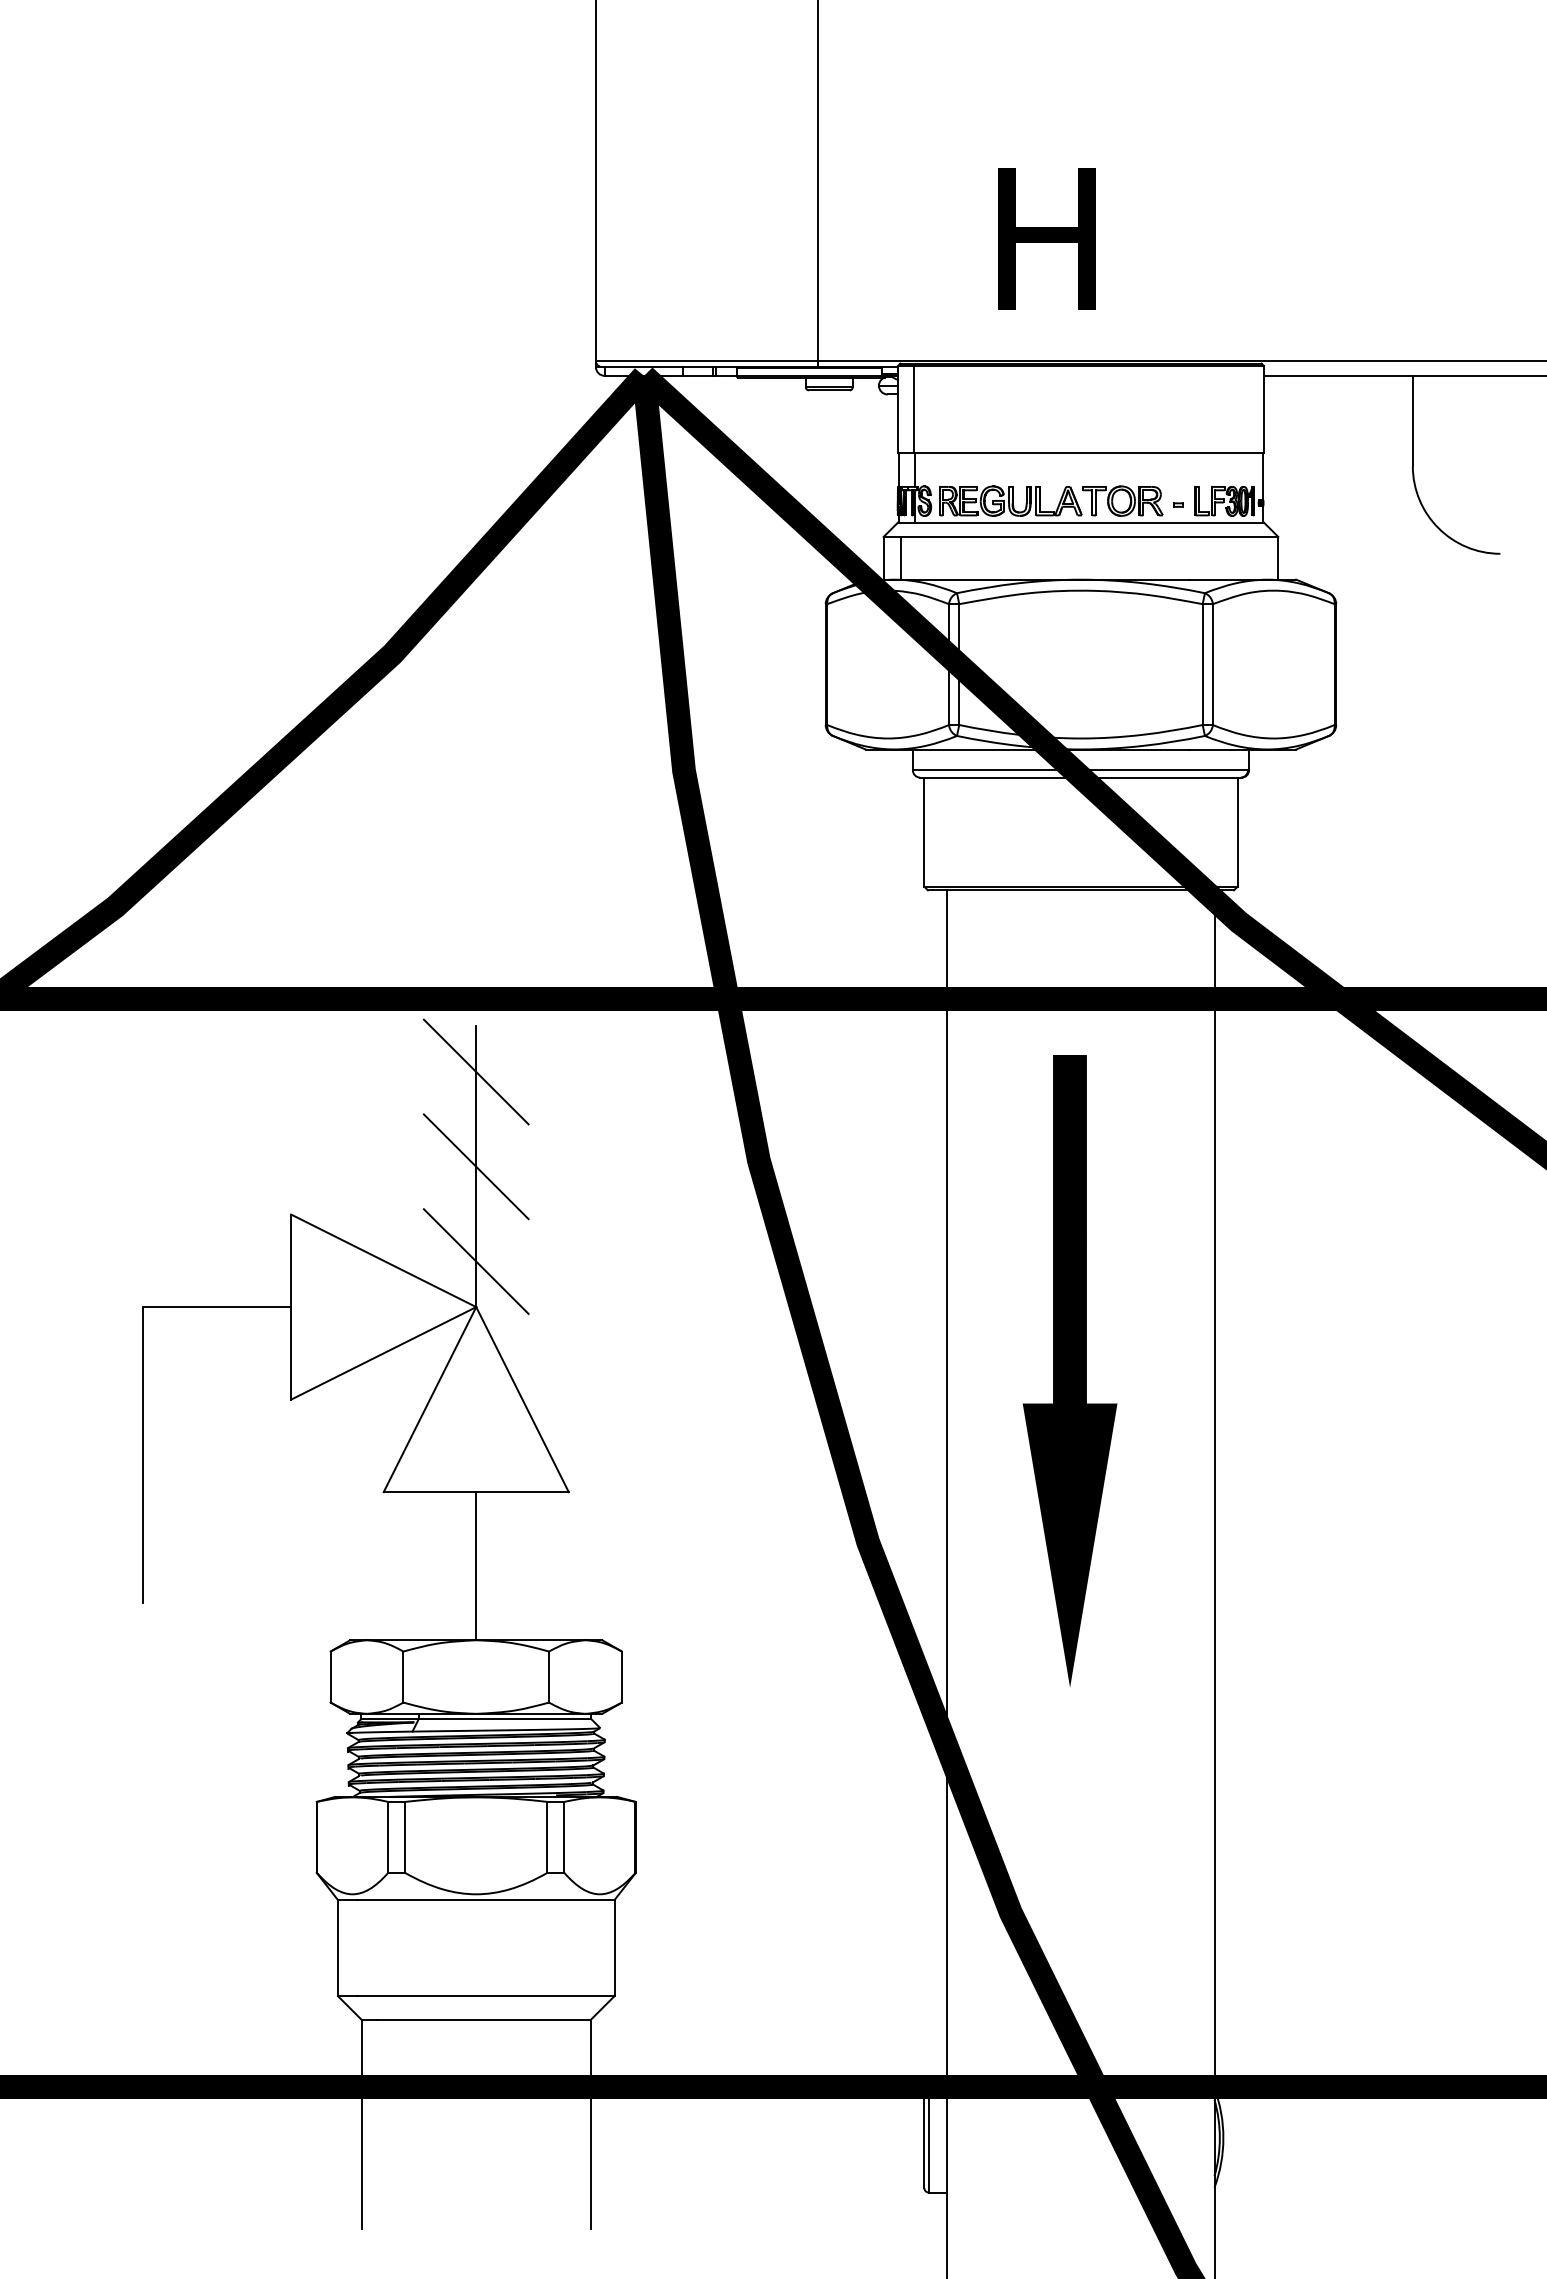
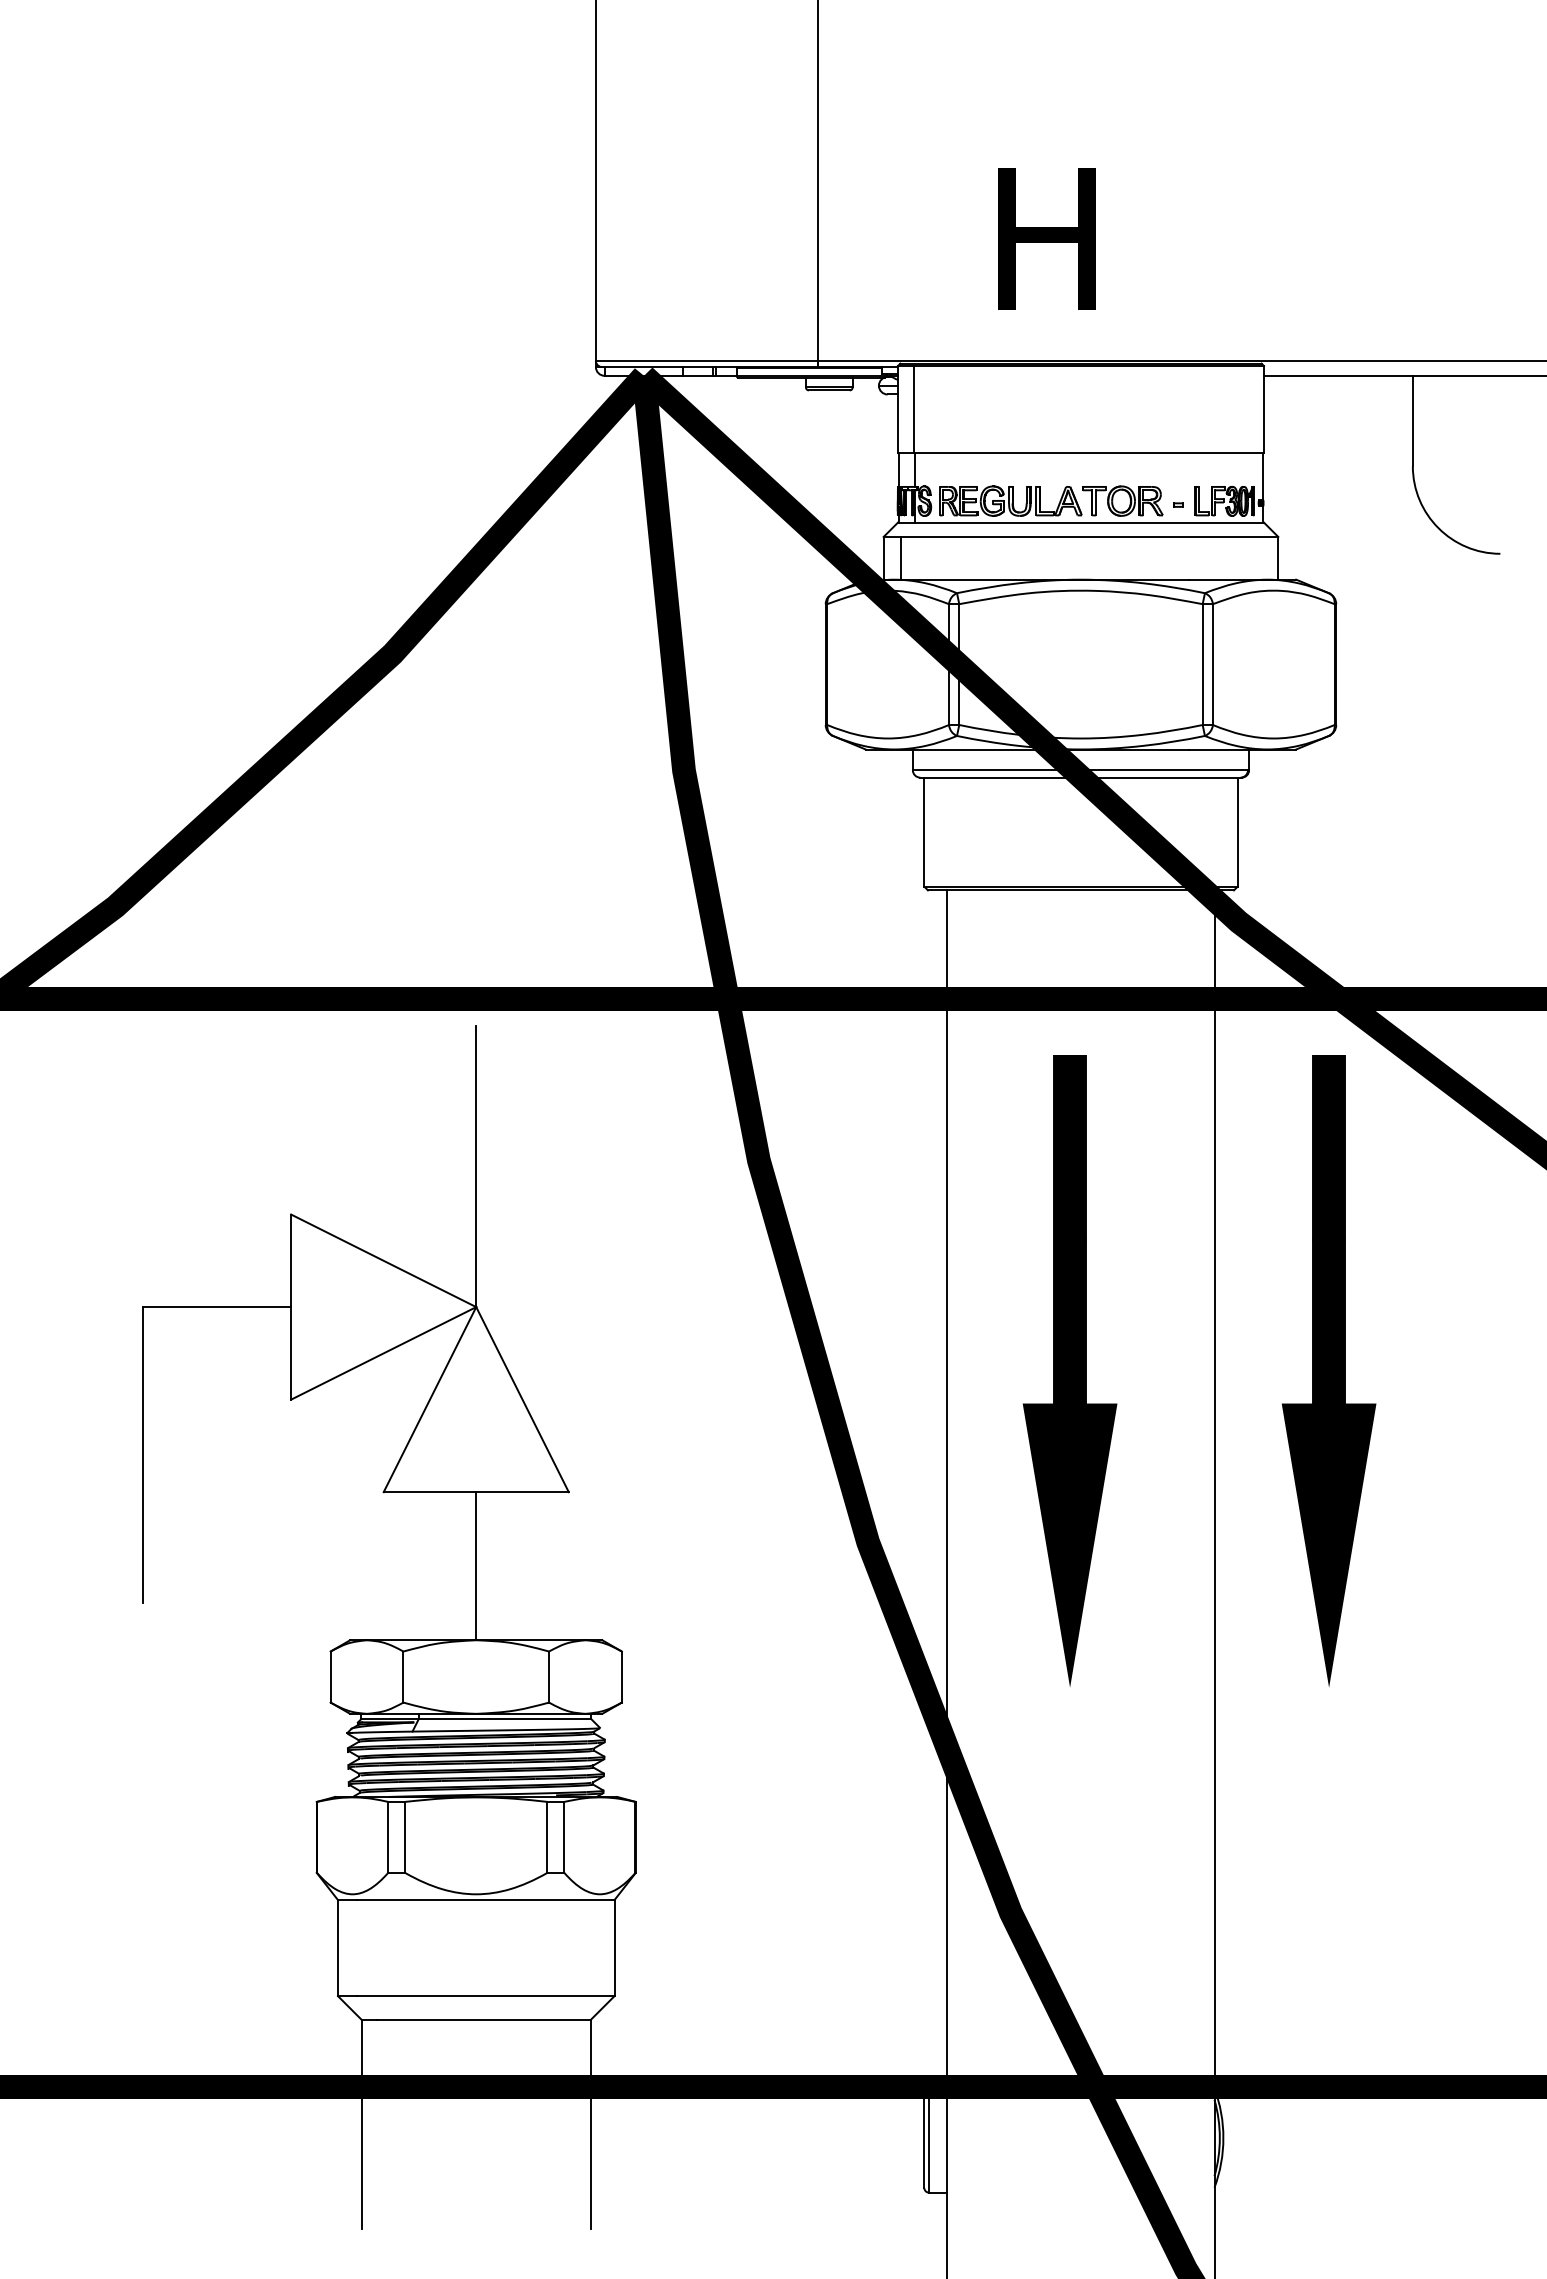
line at (475, 1071): present -> none
line at (475, 1166): present -> none
line at (475, 1261): present -> none
part at (1328, 1370): none -> present
